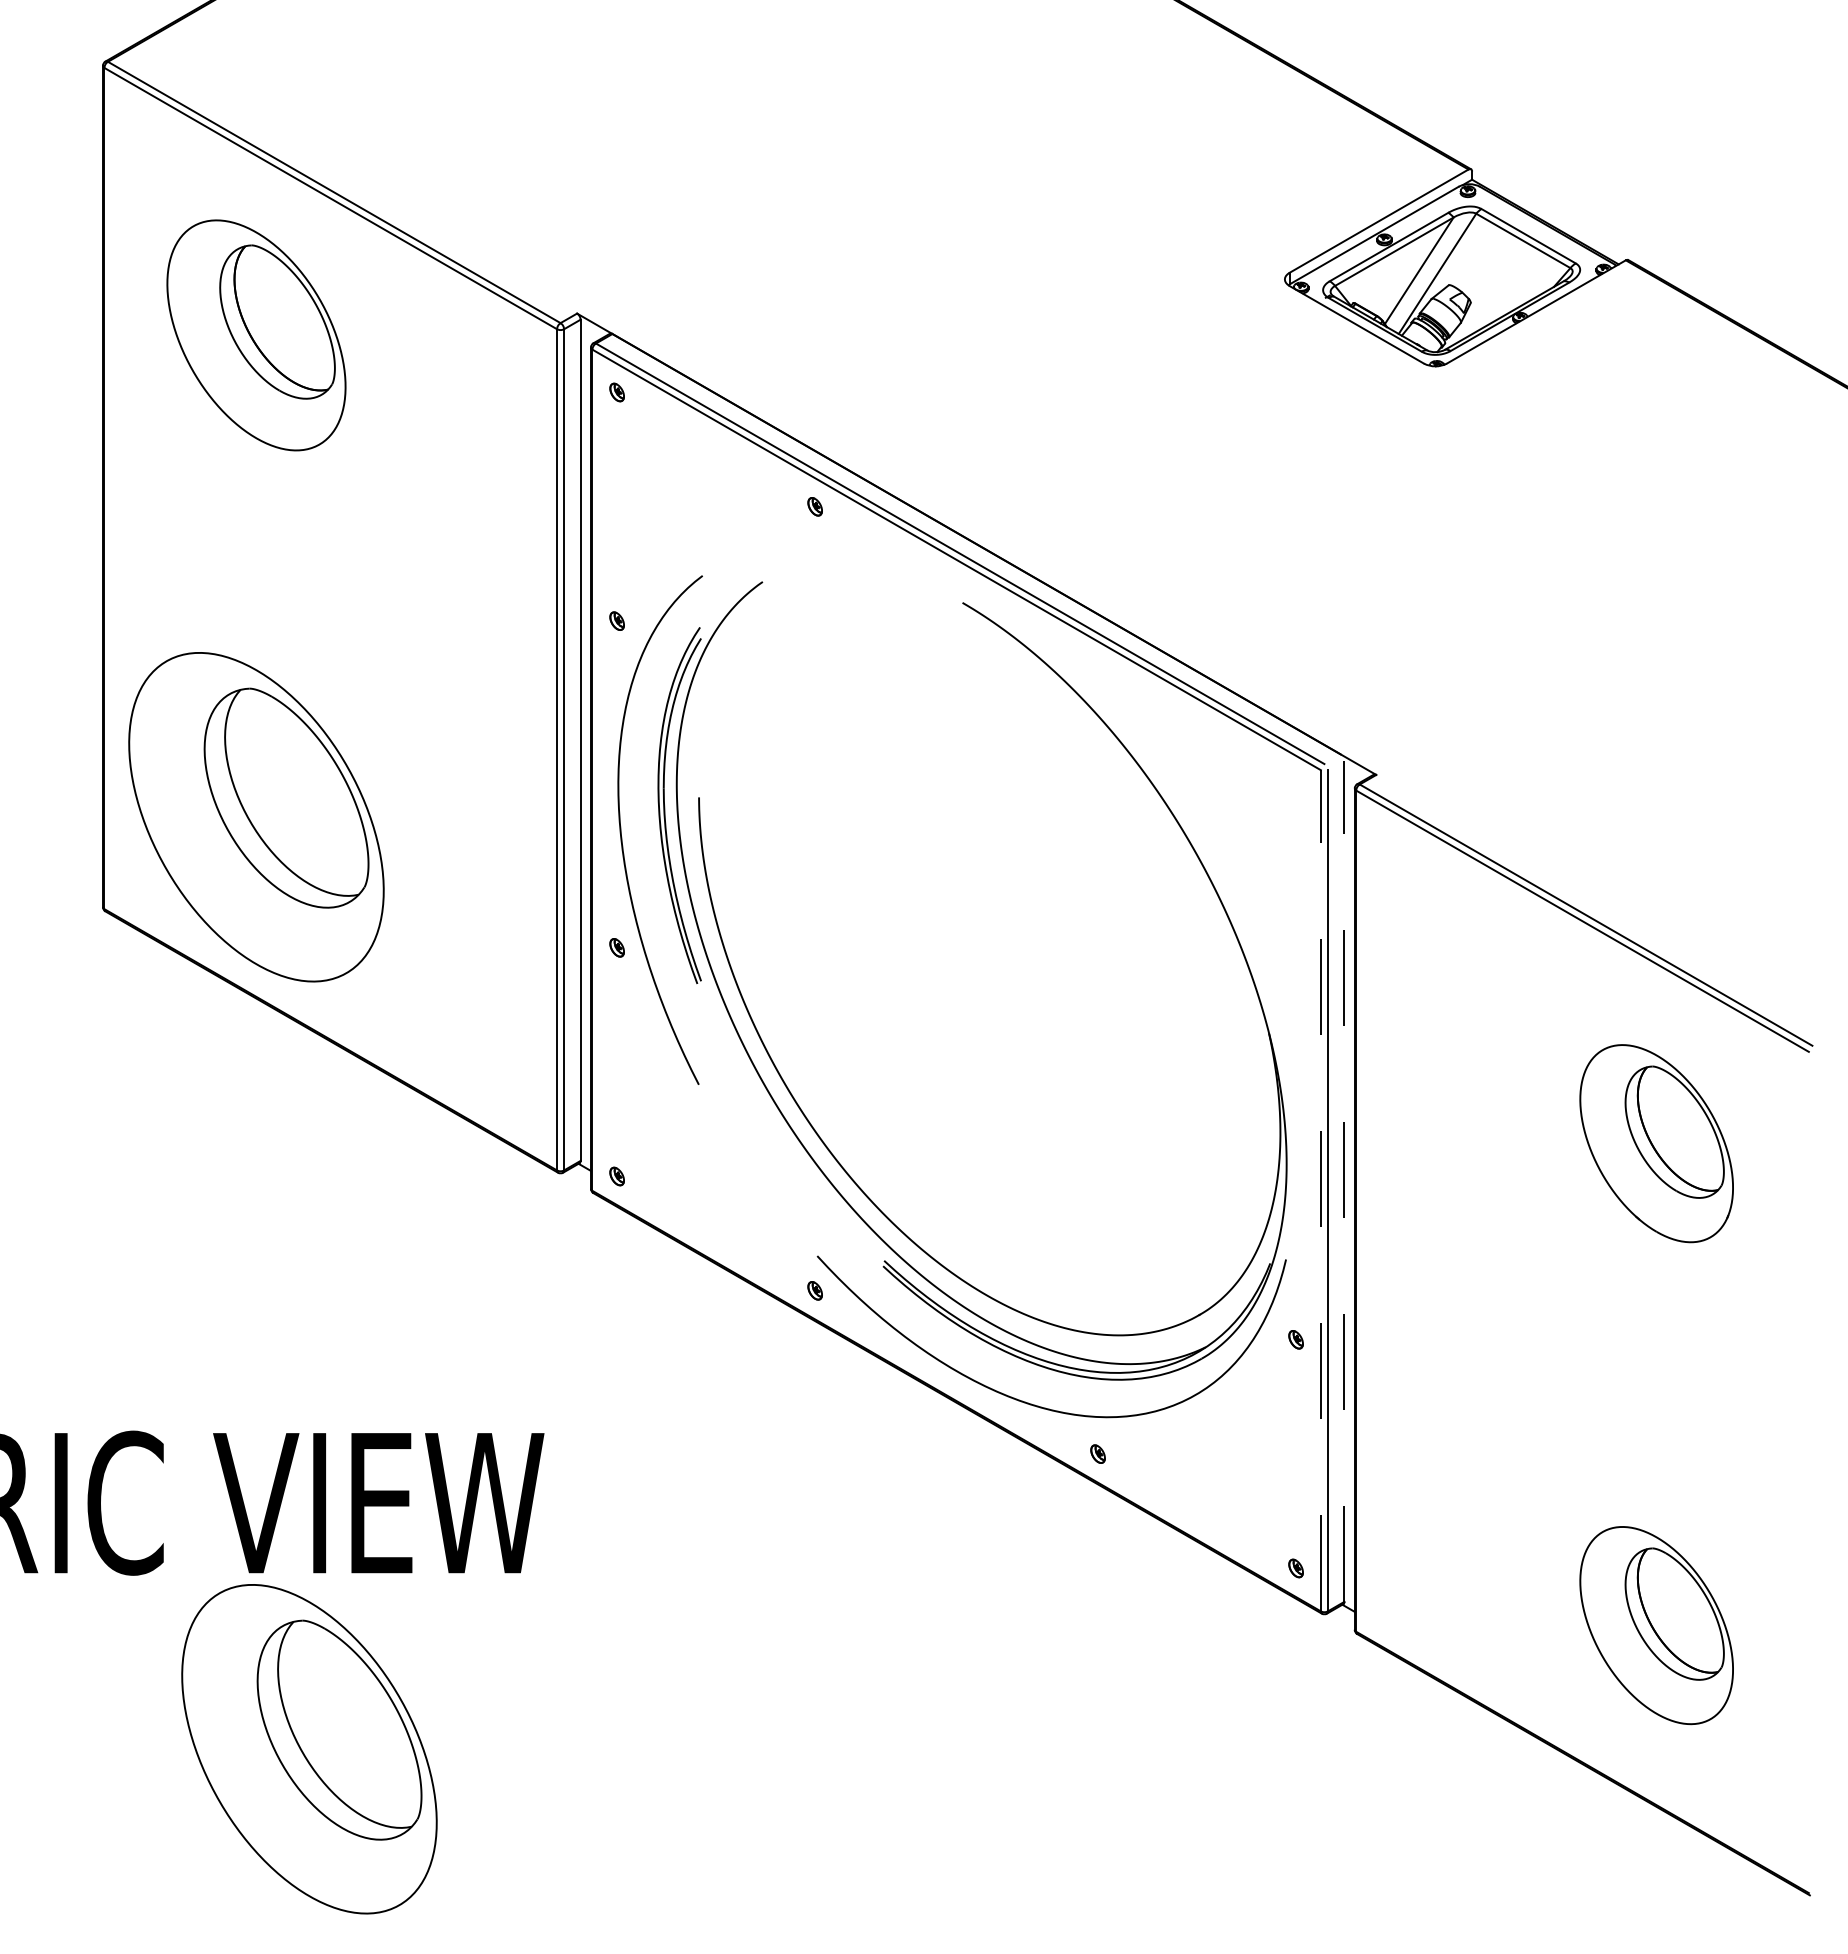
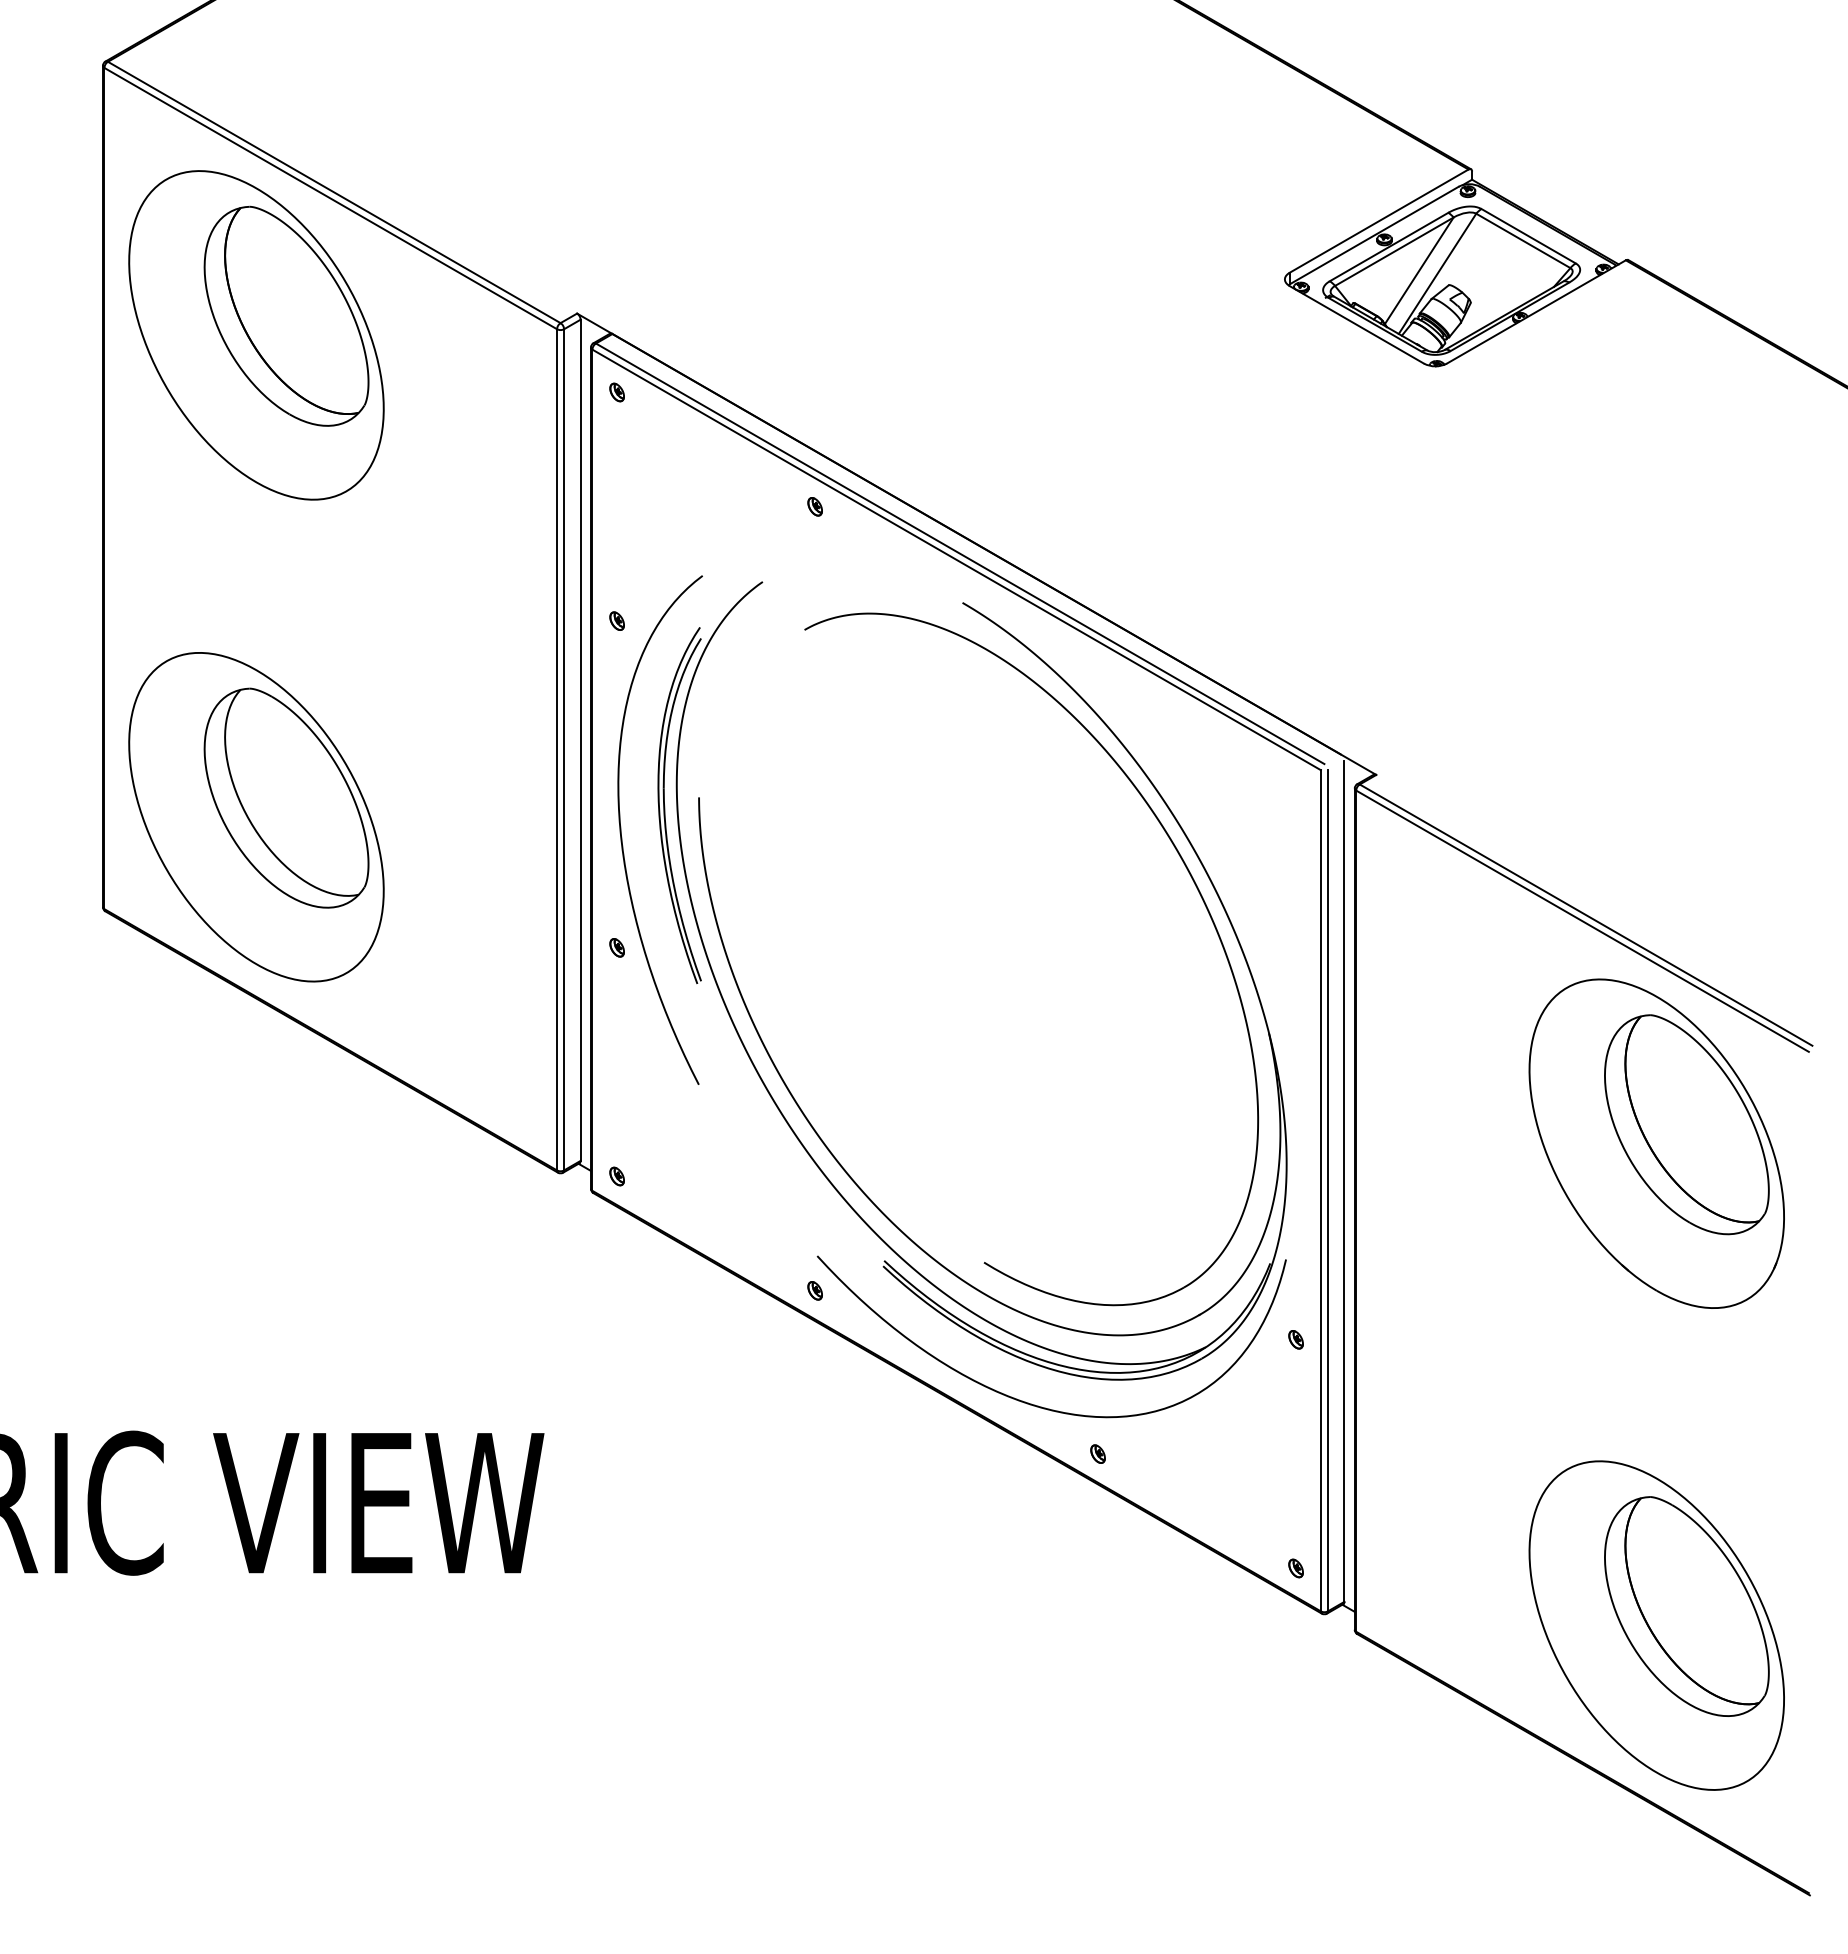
part at (256, 335) size: 181x233 px -> 257x331 px
part at (1187, 871): none -> present
part at (1656, 1143) size: 155x200 px -> 257x331 px
line at (1344, 1181): dashed -> solid
line at (1320, 1190): dashed -> solid
part at (1656, 1625) size: 155x200 px -> 257x331 px
part at (309, 1749): present -> none
